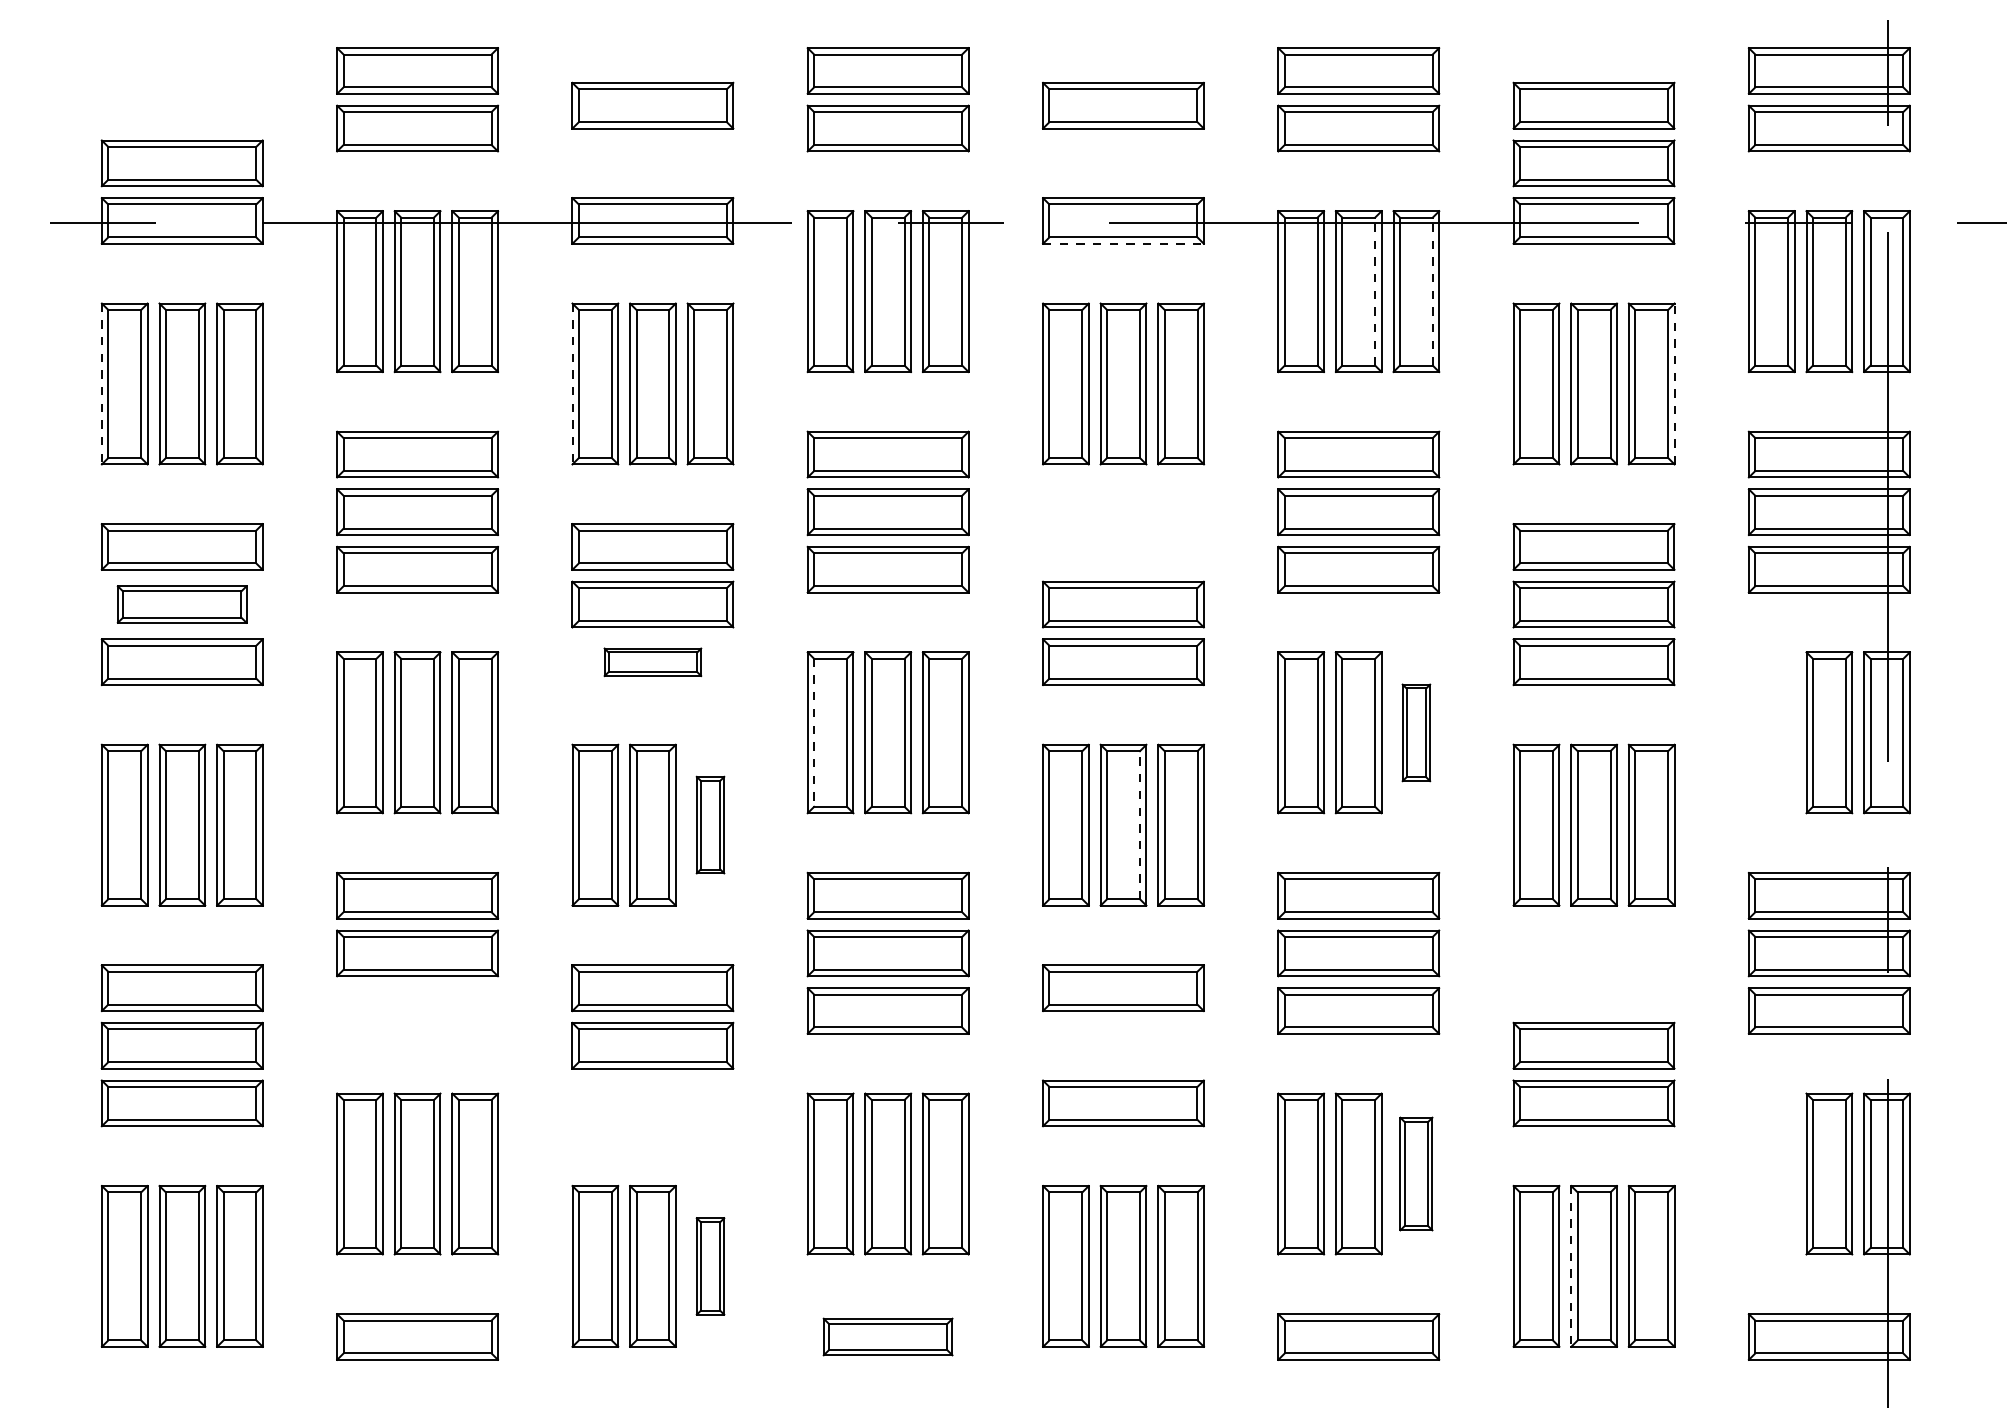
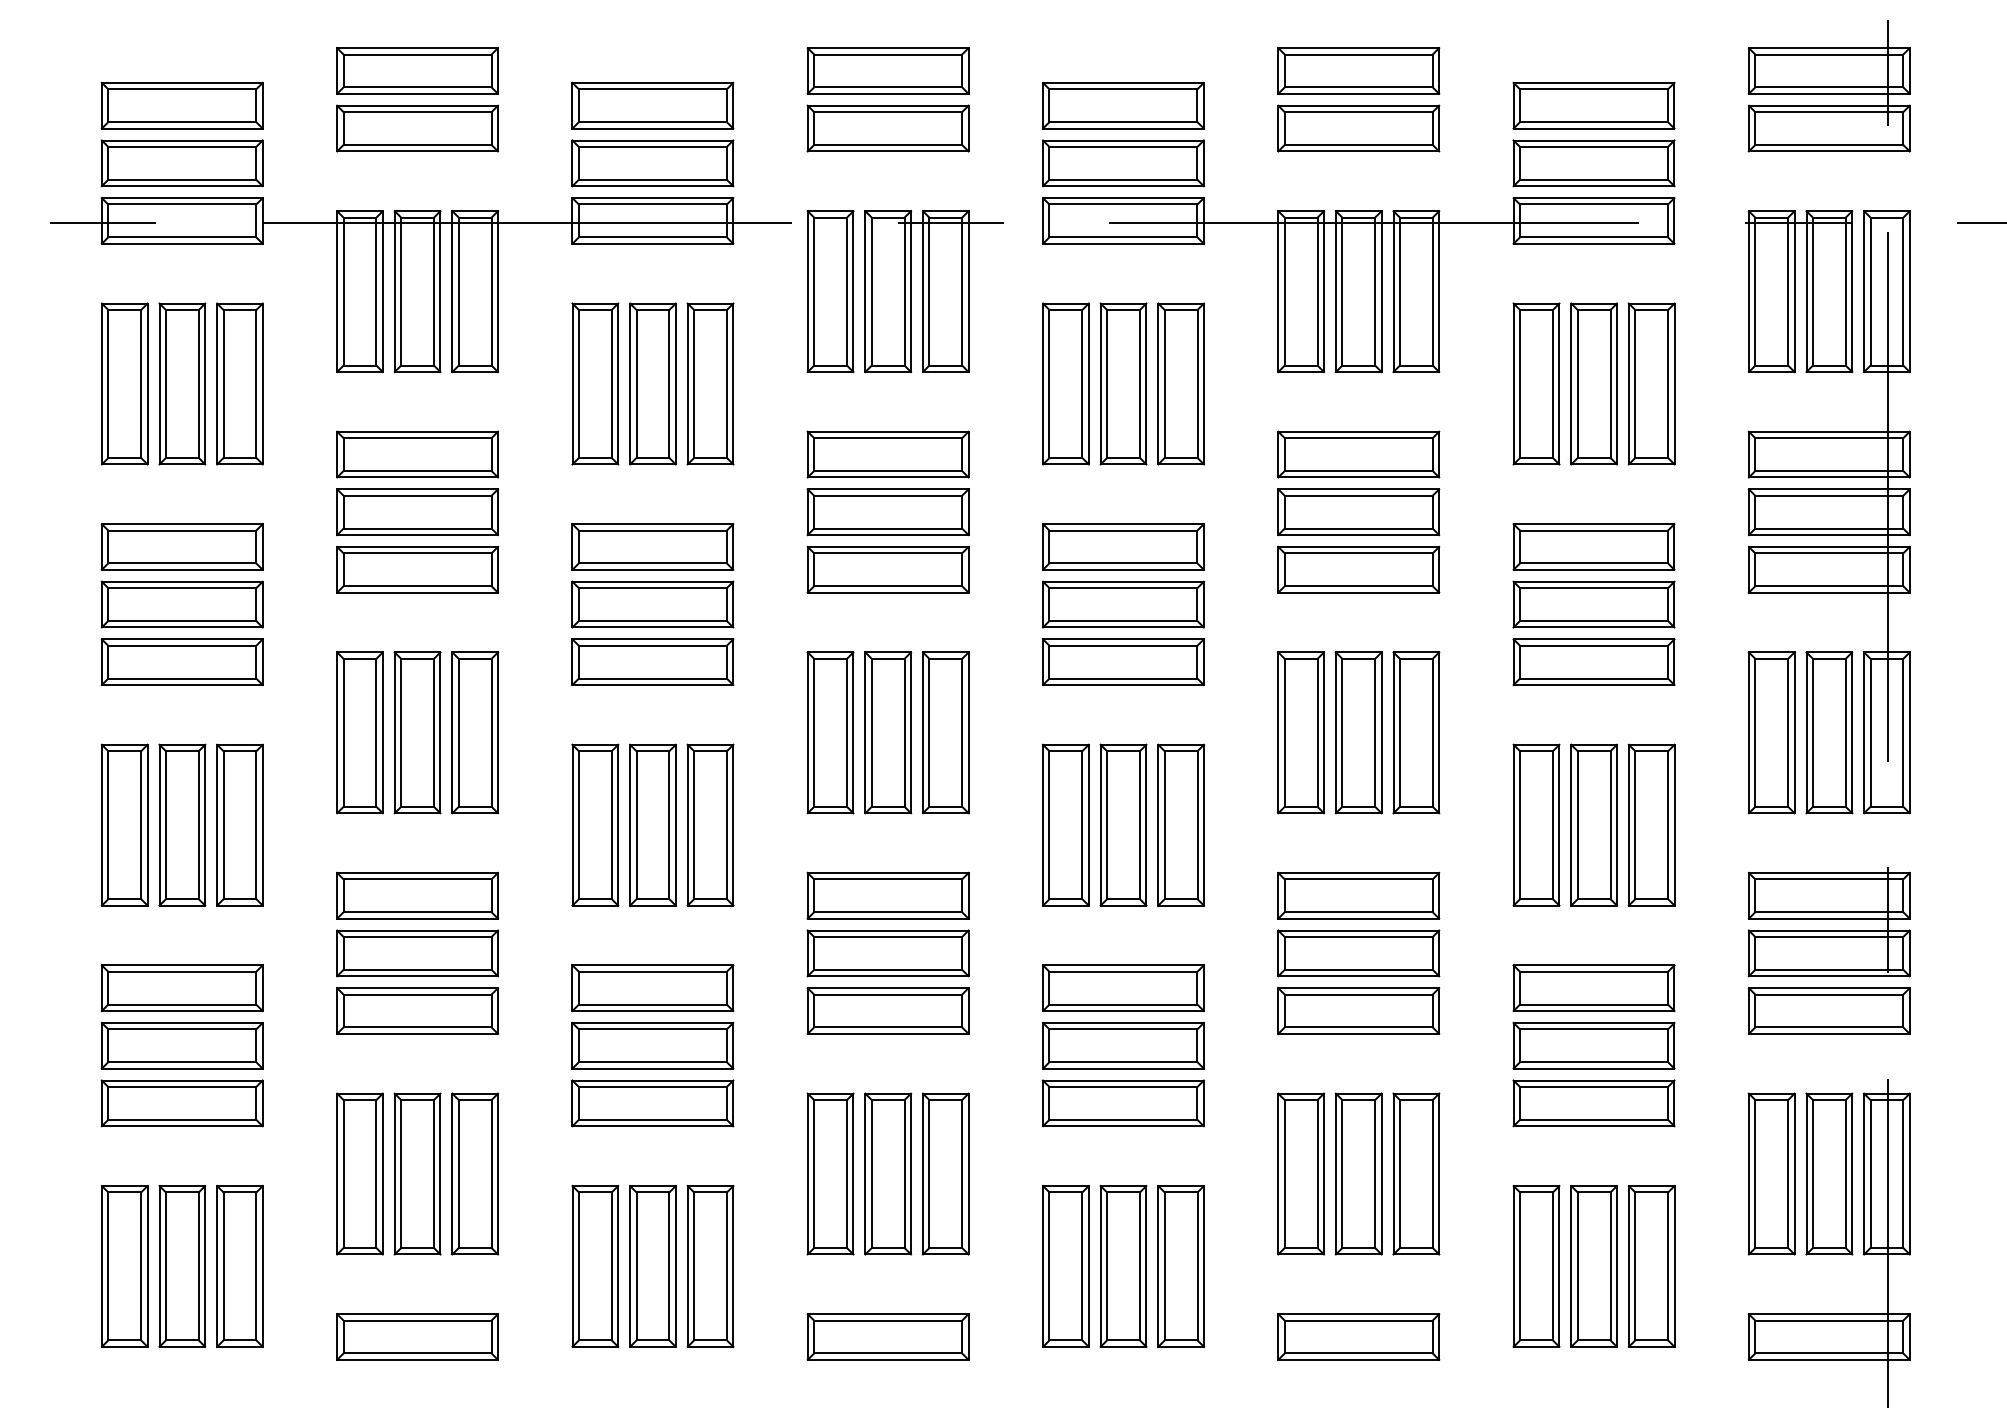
part at (181, 105): none -> present
part at (652, 163): none -> present
part at (1123, 163): none -> present
line at (1123, 243): dashed -> solid
line at (1375, 291): dashed -> solid
line at (1432, 291): dashed -> solid
line at (1674, 383): dashed -> solid
line at (101, 384): dashed -> solid
line at (572, 384): dashed -> solid
part at (1123, 546): none -> present
part at (181, 604) size: 132x39 px -> 164x49 px
part at (652, 662) size: 100x31 px -> 164x49 px
part at (1416, 732) size: 31x100 px -> 49x164 px
part at (1771, 732): none -> present
line at (814, 733): dashed -> solid
part at (710, 824) size: 31x100 px -> 49x164 px
line at (1140, 824): dashed -> solid
part at (1593, 988): none -> present
part at (417, 1010): none -> present
part at (1123, 1045): none -> present
part at (652, 1103): none -> present
part at (1416, 1173) size: 35x116 px -> 49x164 px
part at (1771, 1173): none -> present
part at (710, 1266) size: 31x99 px -> 49x163 px
line at (1571, 1266): dashed -> solid
part at (887, 1336) size: 132x40 px -> 164x48 px
